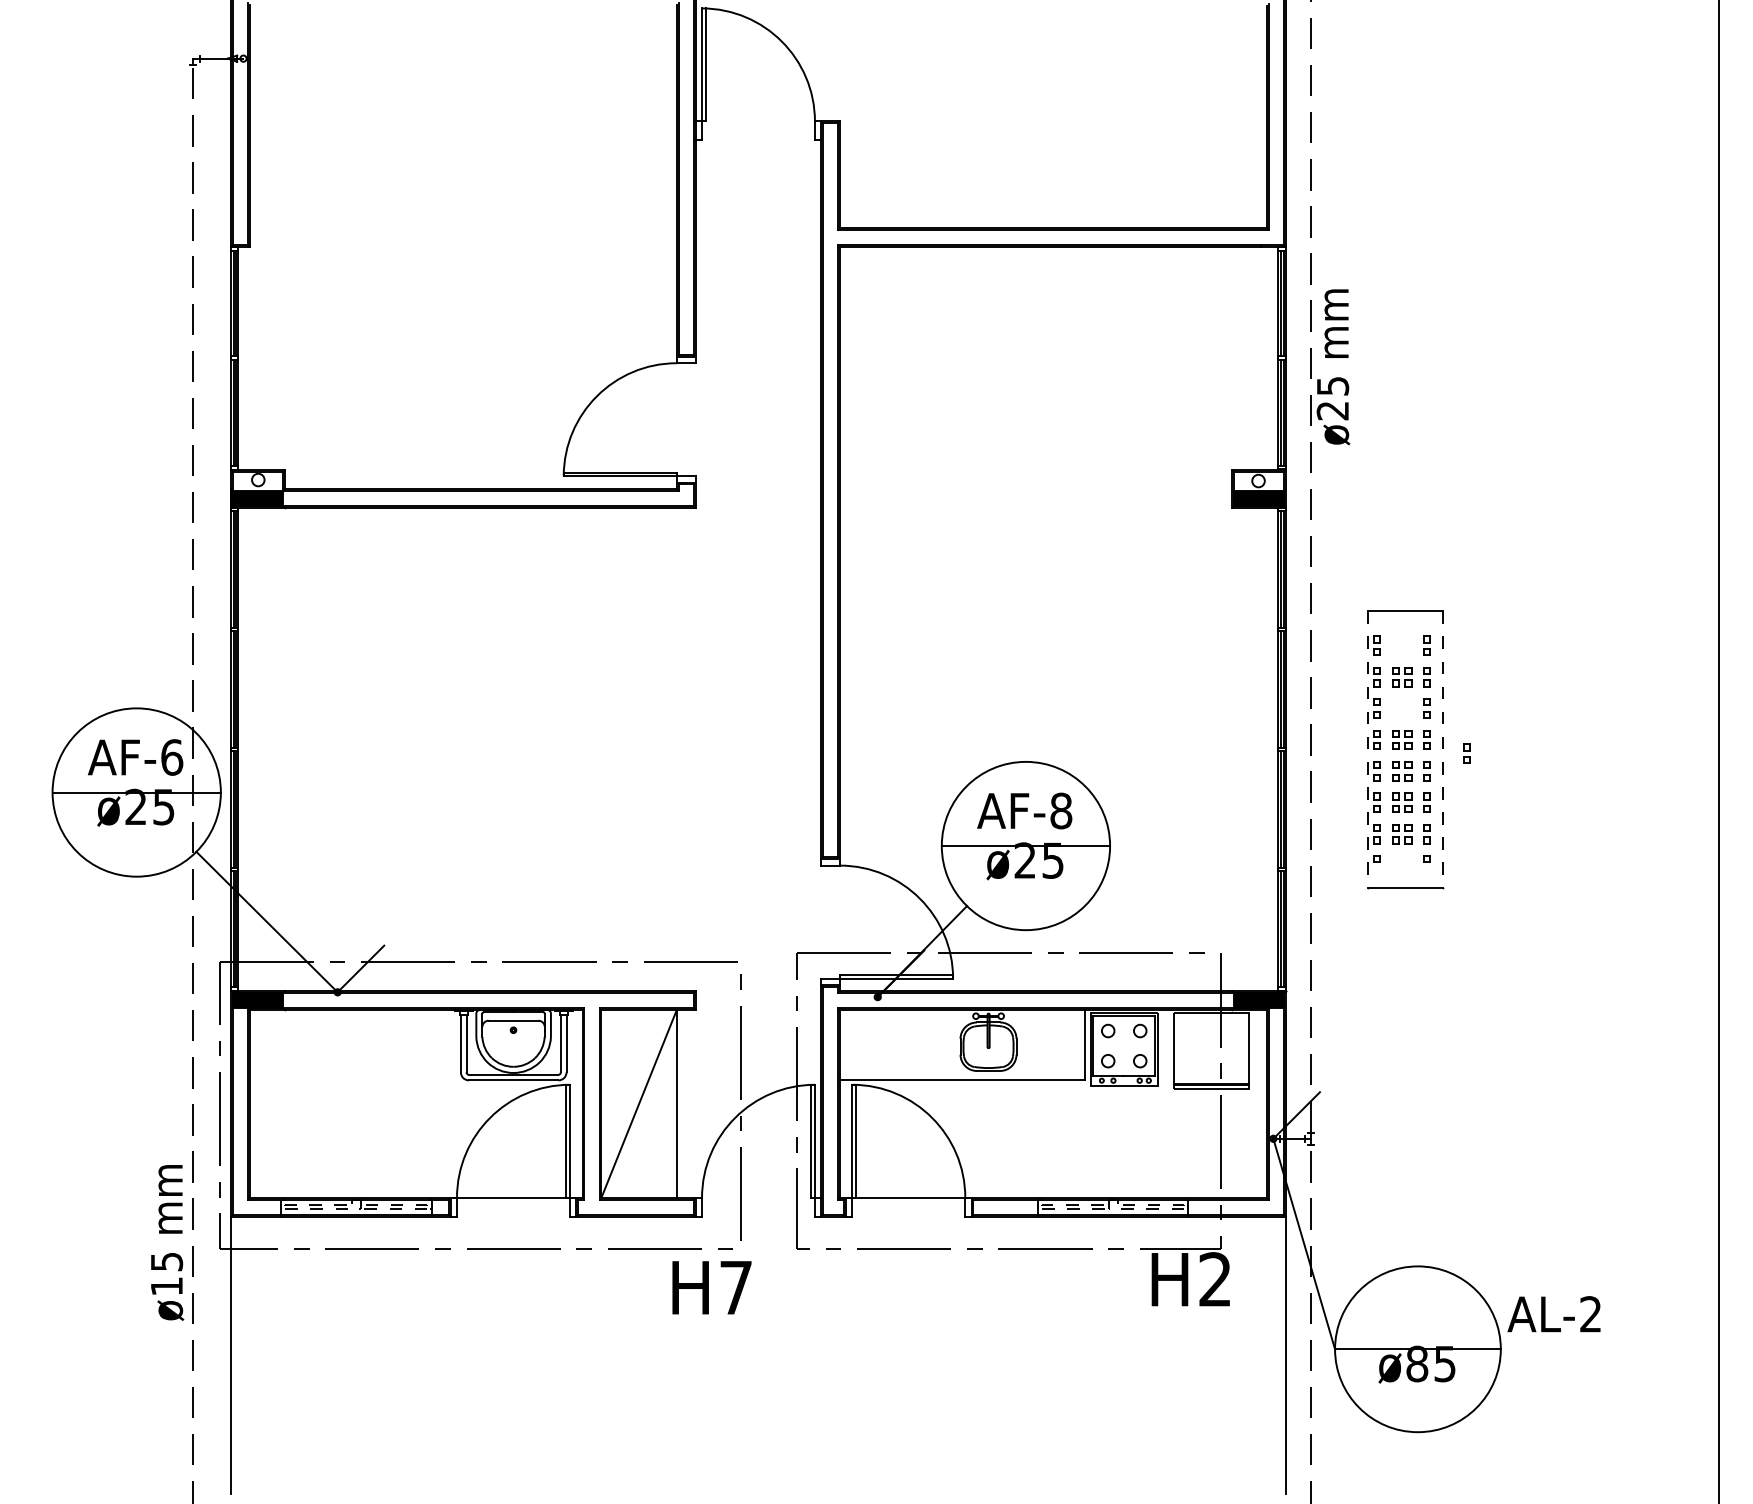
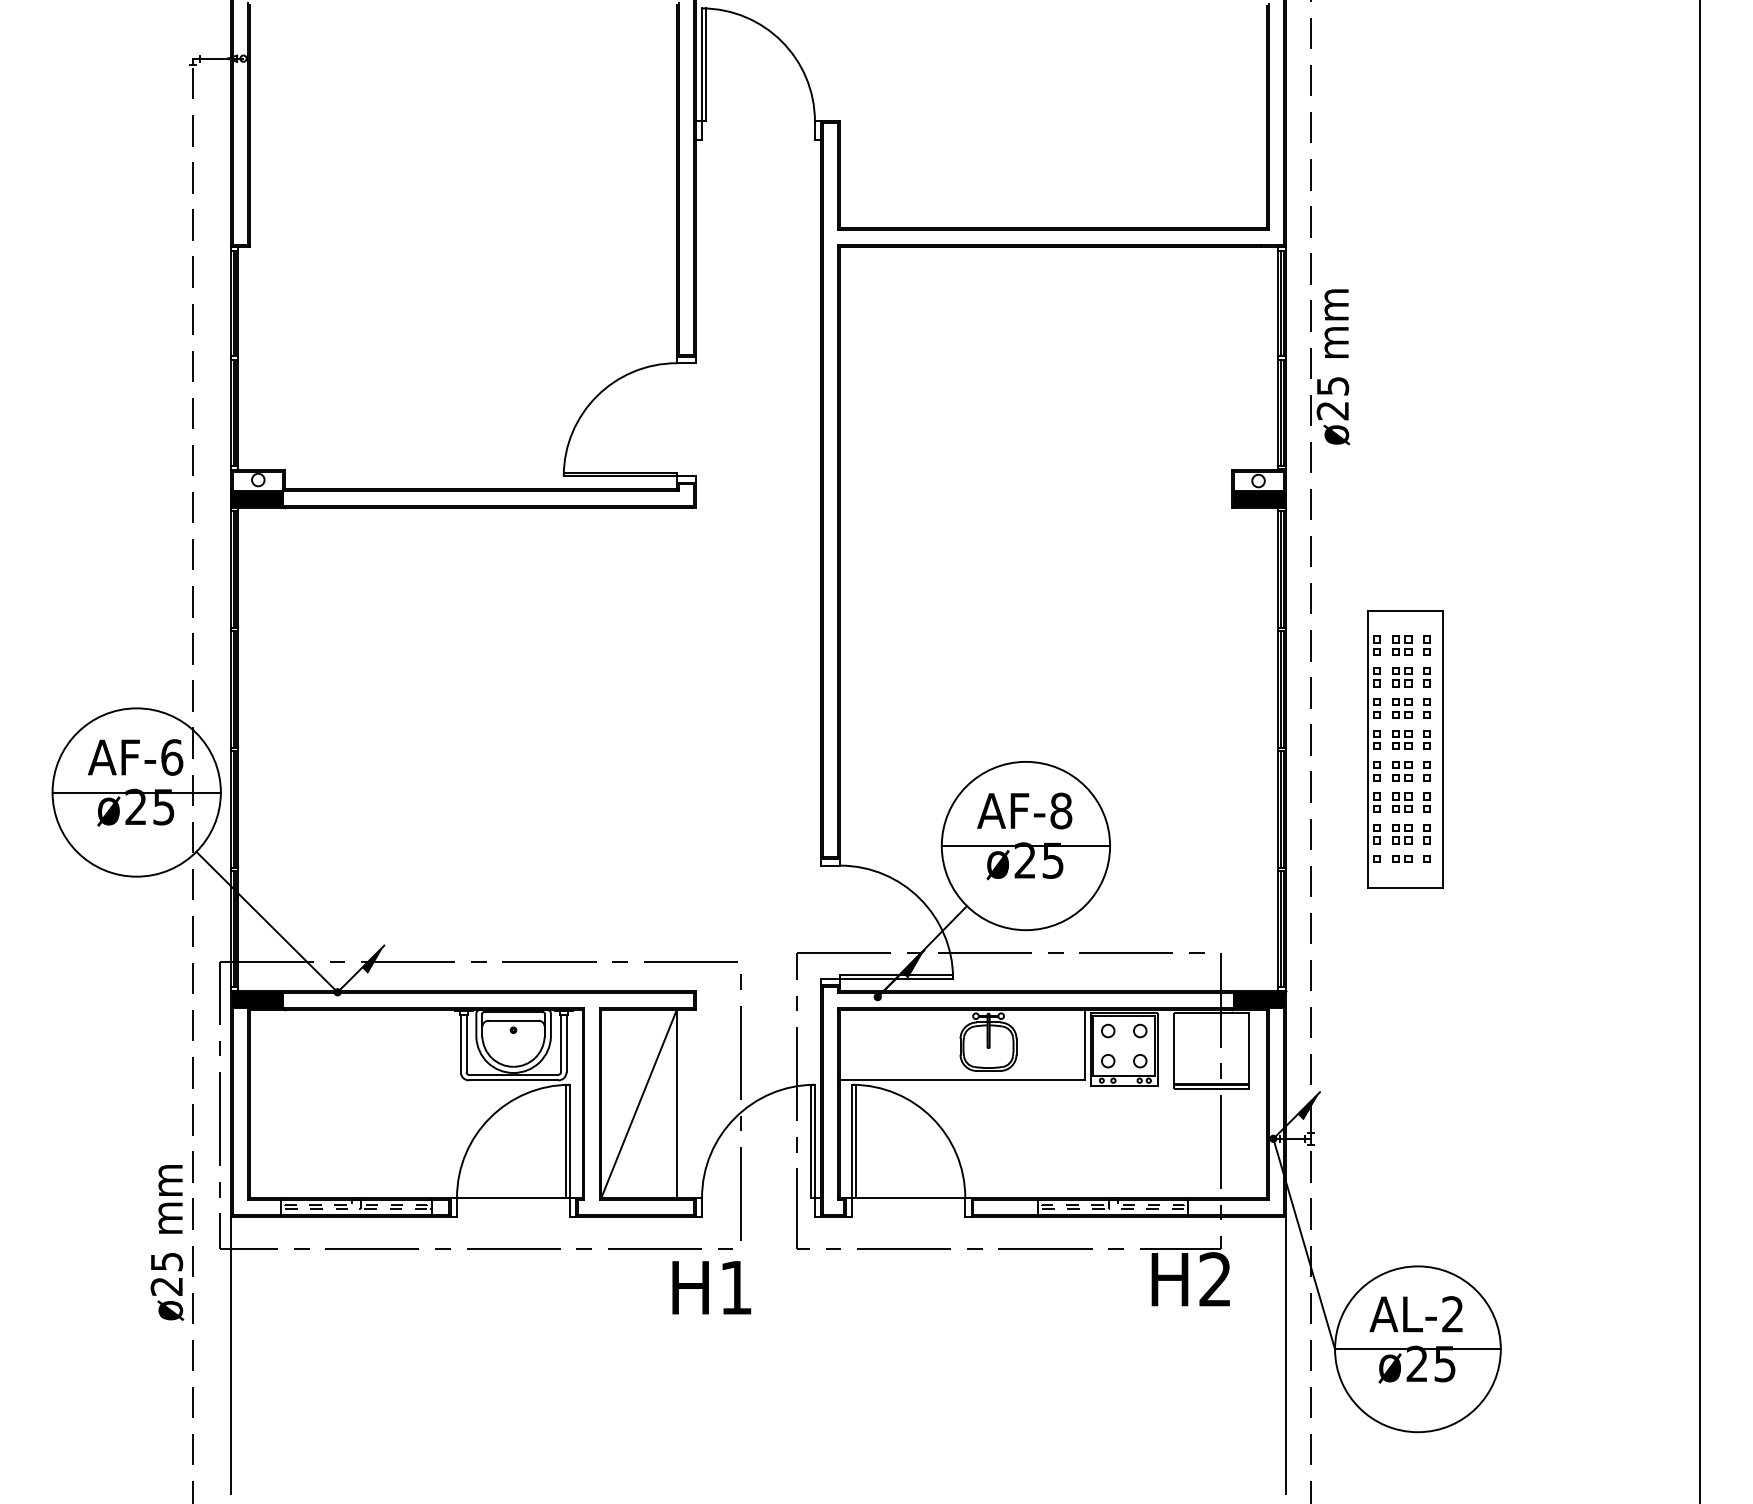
part at (1402, 645): none -> present
part at (1402, 708): none -> present
line at (1367, 749): dashed -> solid
line at (1442, 749): dashed -> solid
line at (1719, 751) position: (1719, 751) -> (1700, 751)
part at (1466, 753): present -> none
part at (1402, 858): none -> present
fill at (373, 959): none -> present
fill at (913, 964): none -> present
fill at (1308, 1106): none -> present
text at (166, 1286): ø15 -> ø25
text at (735, 1287): H7 -> H1
text at (1553, 1314) position: (1553, 1314) -> (1415, 1314)
text at (1417, 1363): ø85 -> ø25
